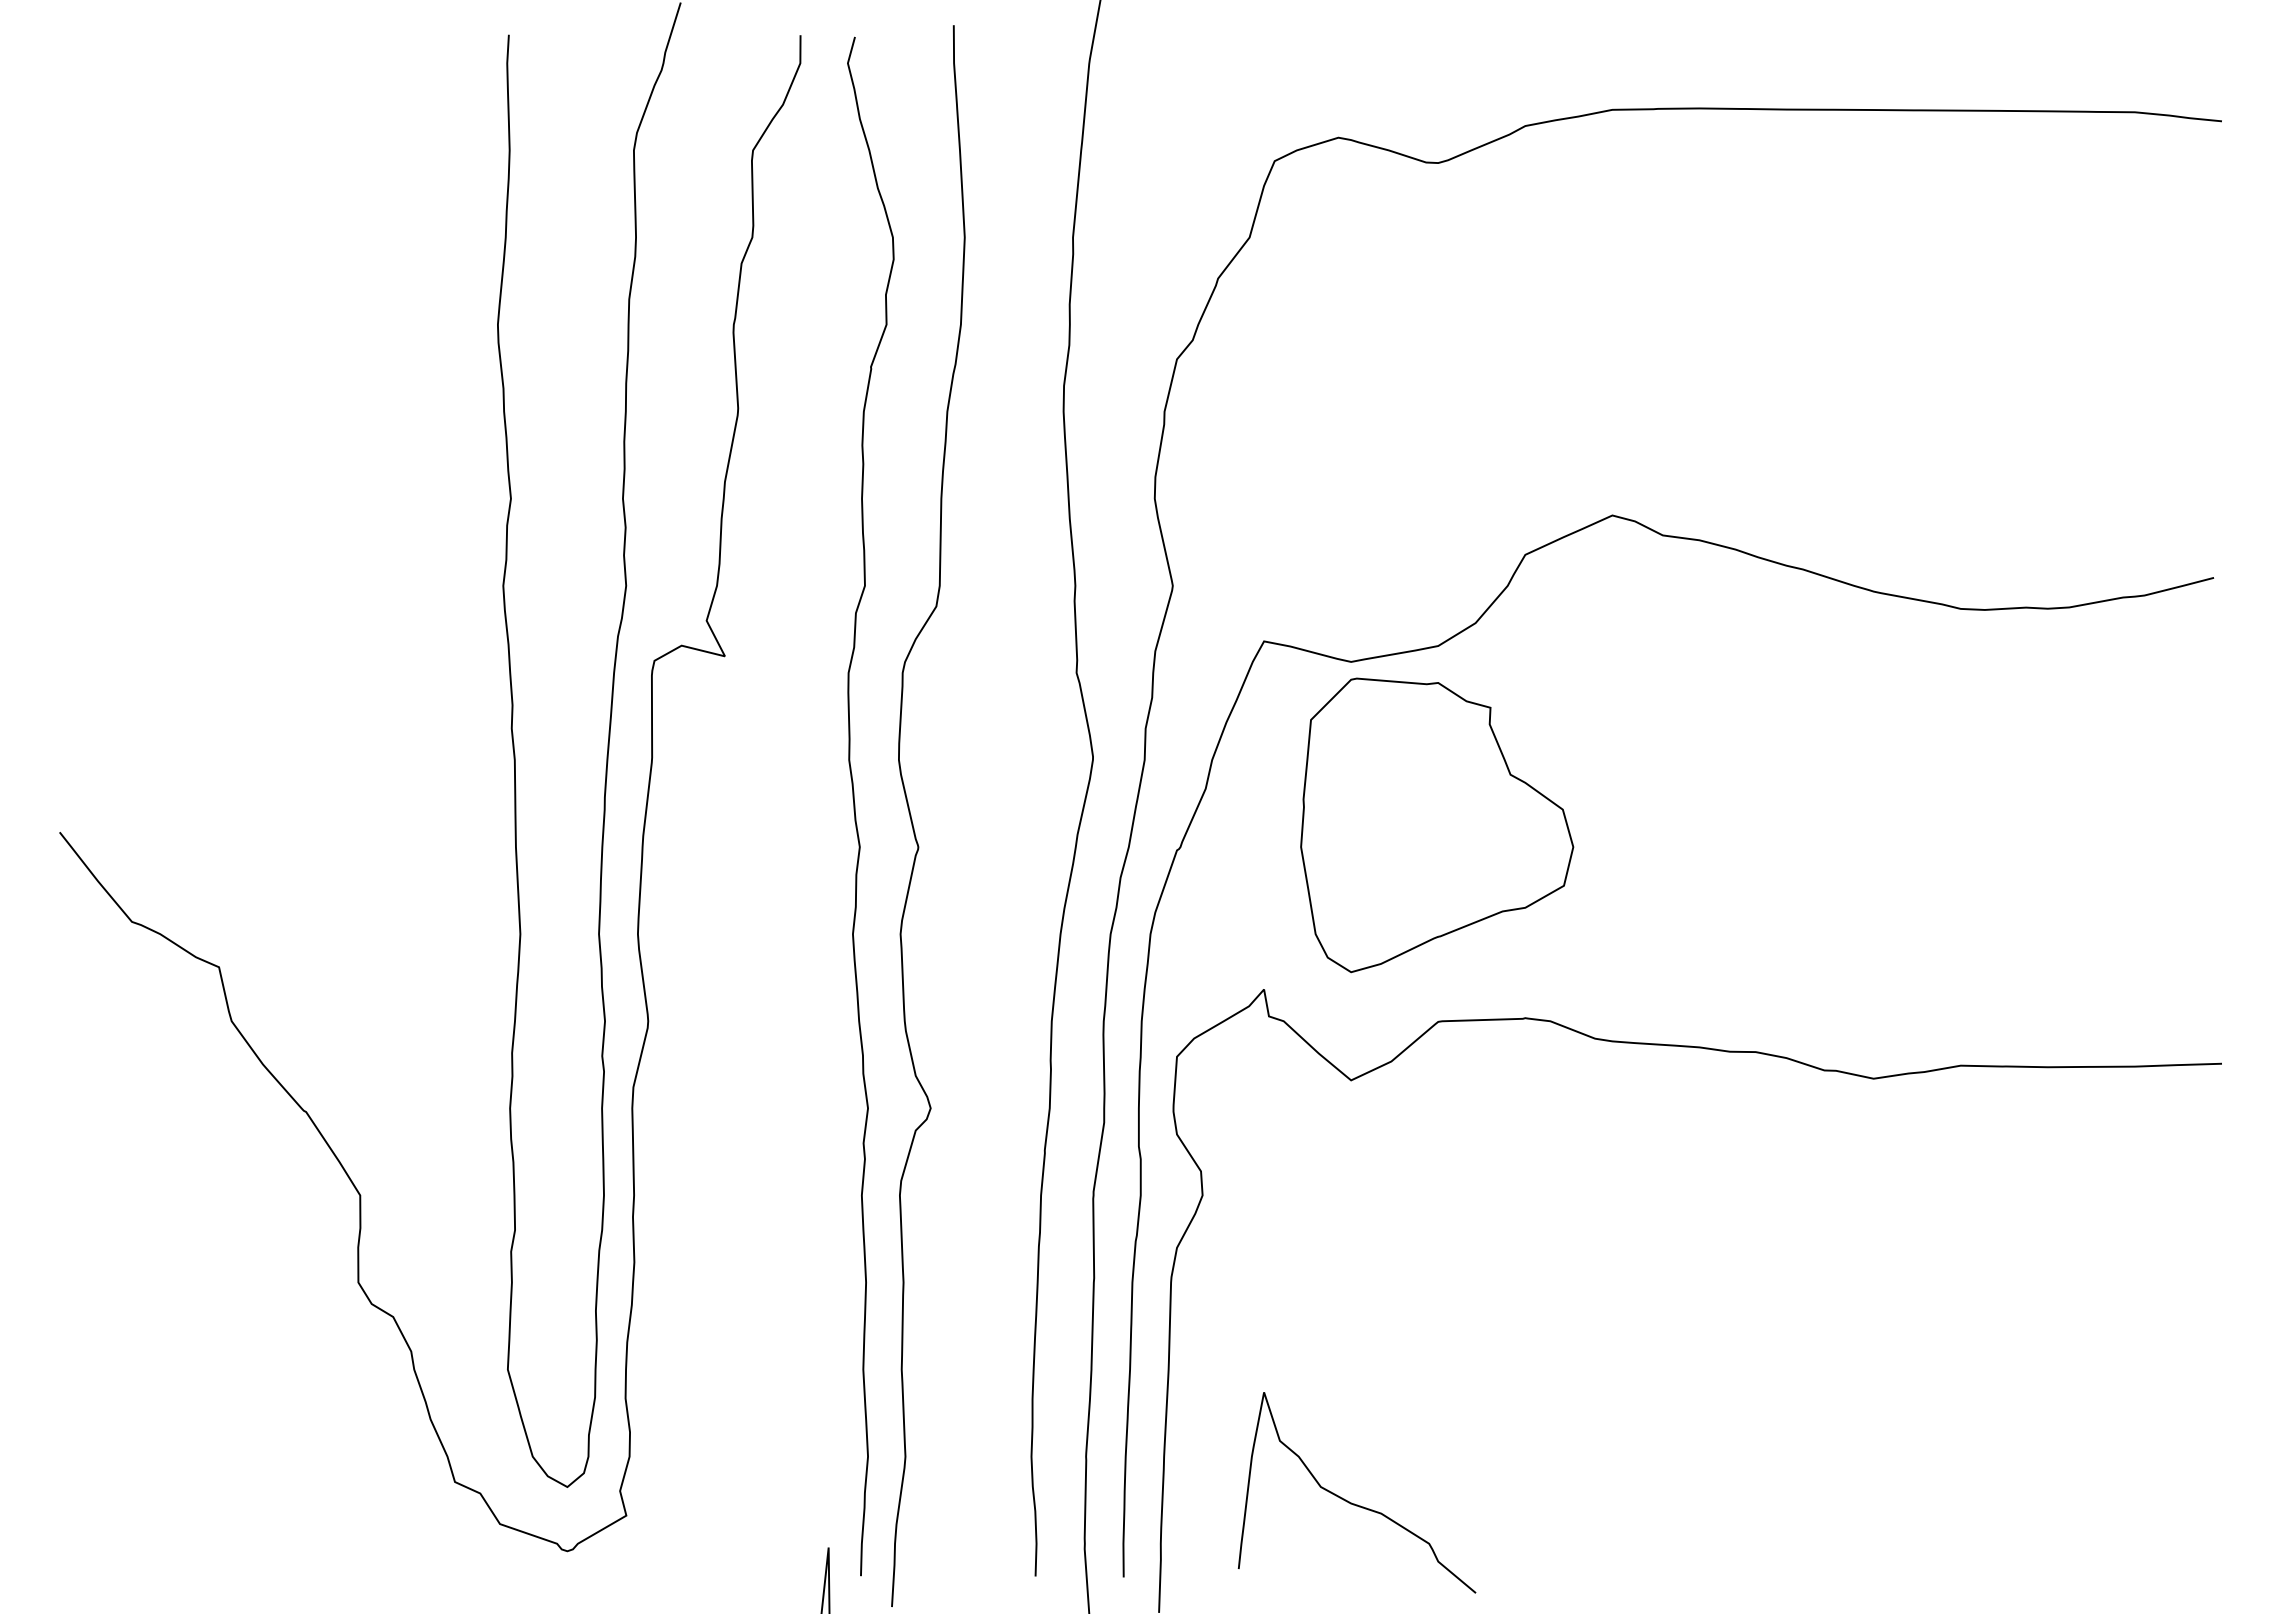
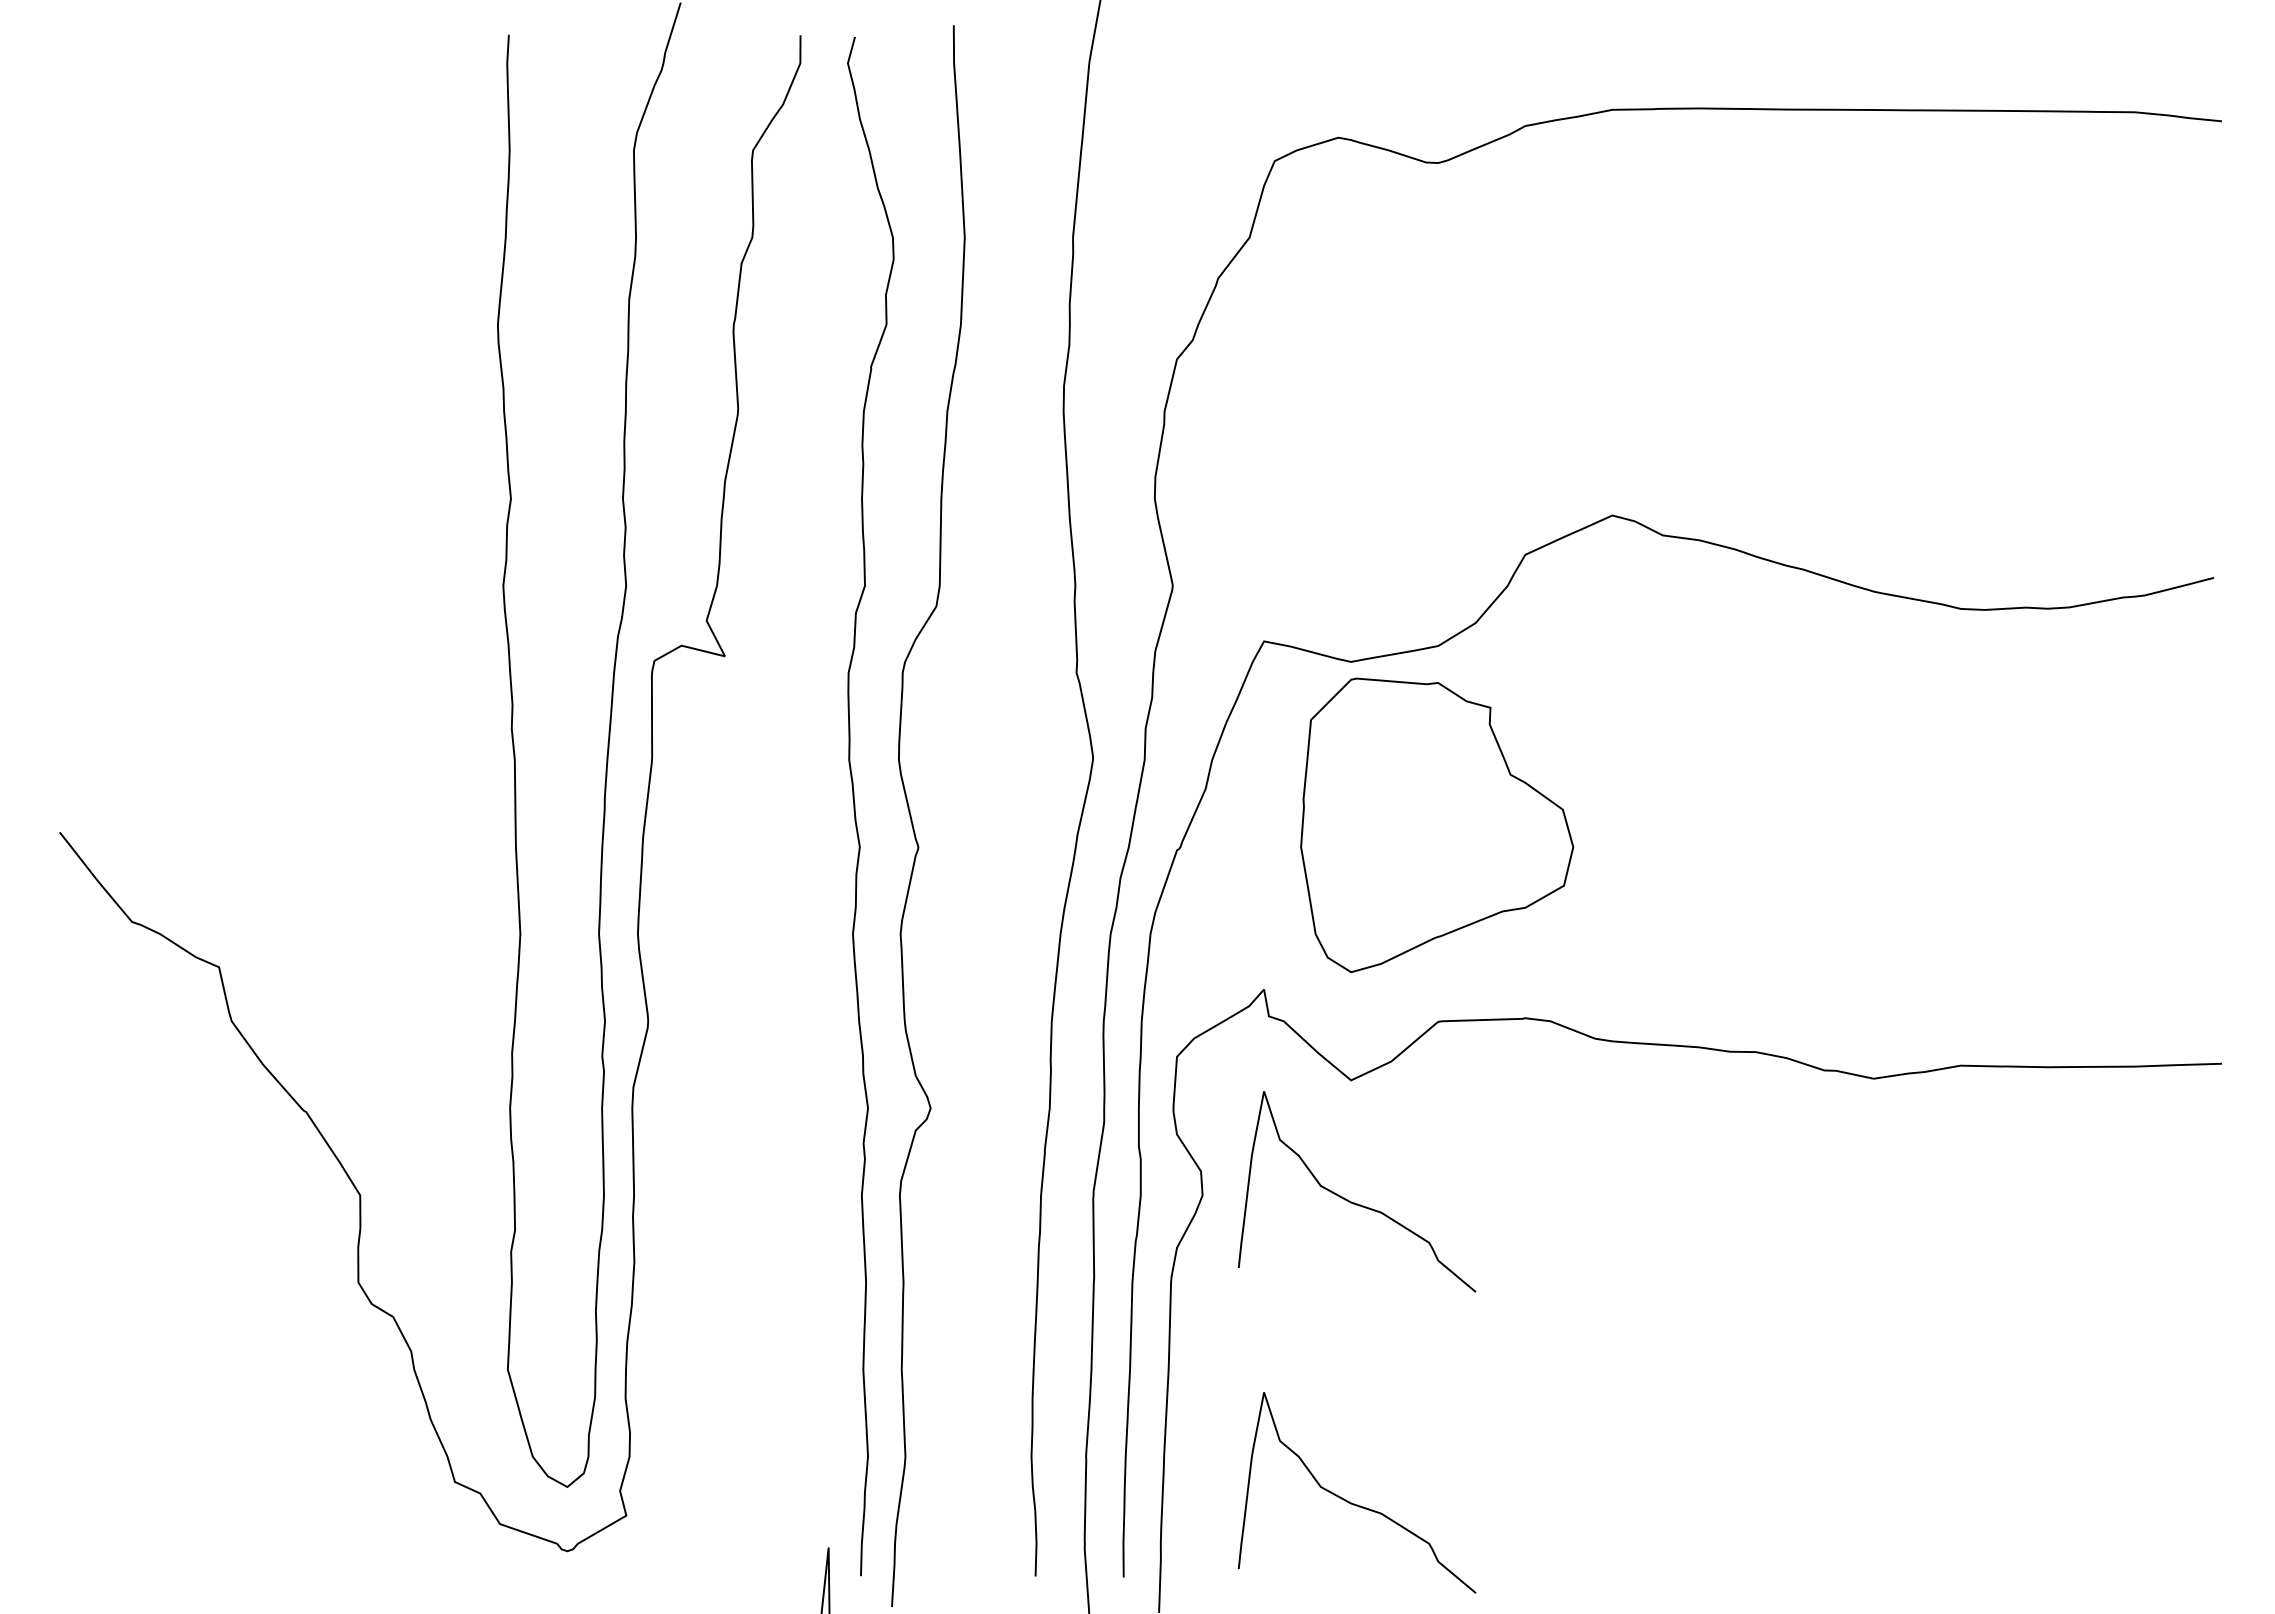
curve at (1351, 1201): none -> present
